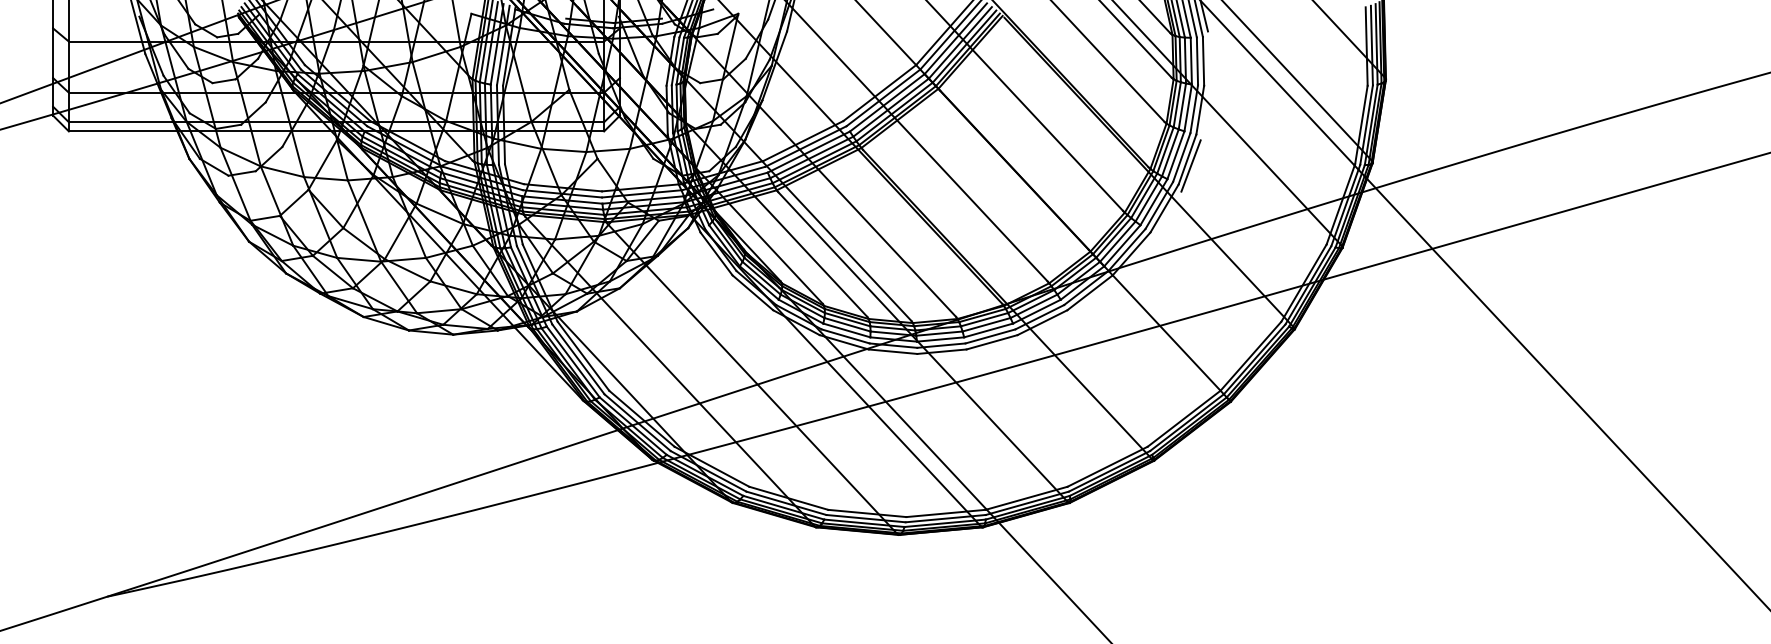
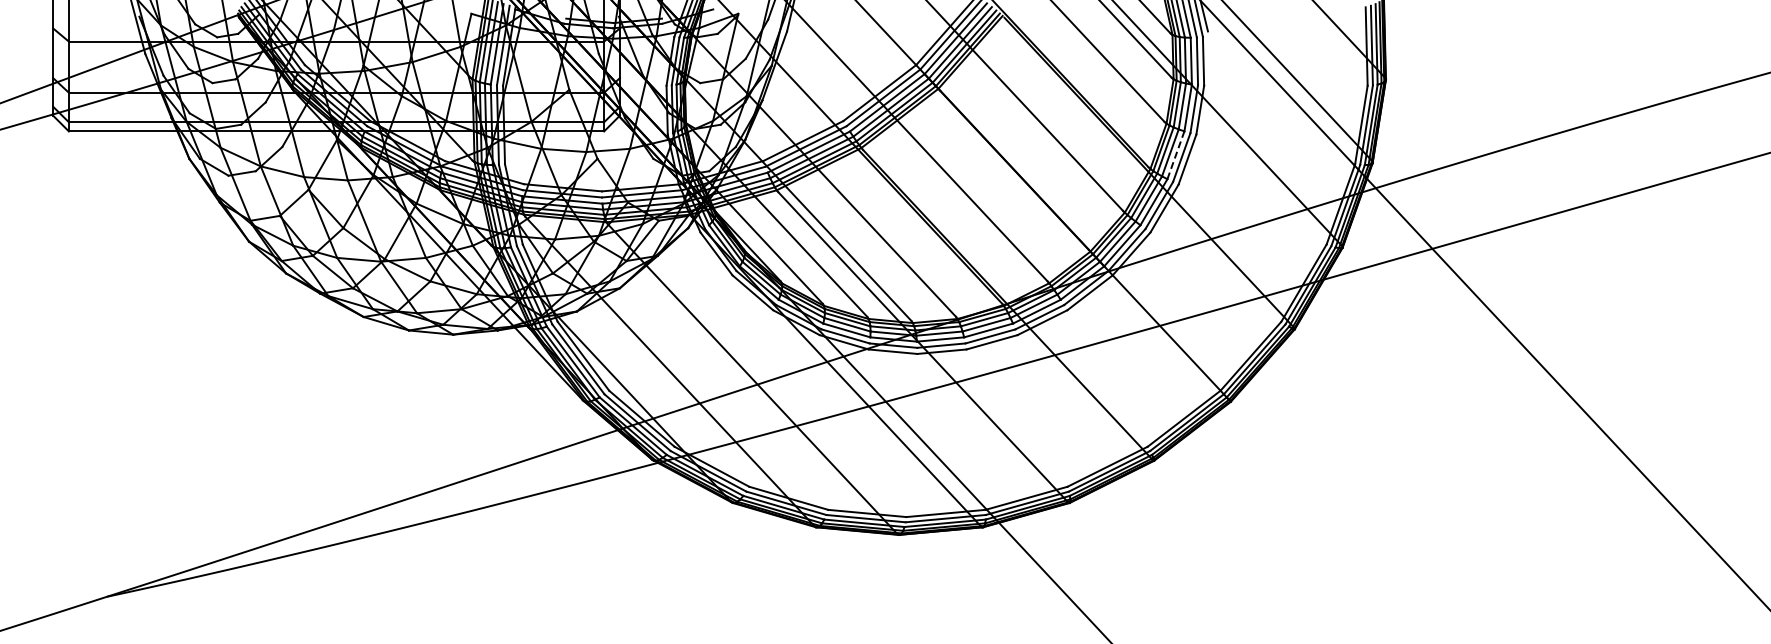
line at (1176, 154): solid -> dashed
line at (1190, 165): present -> none
